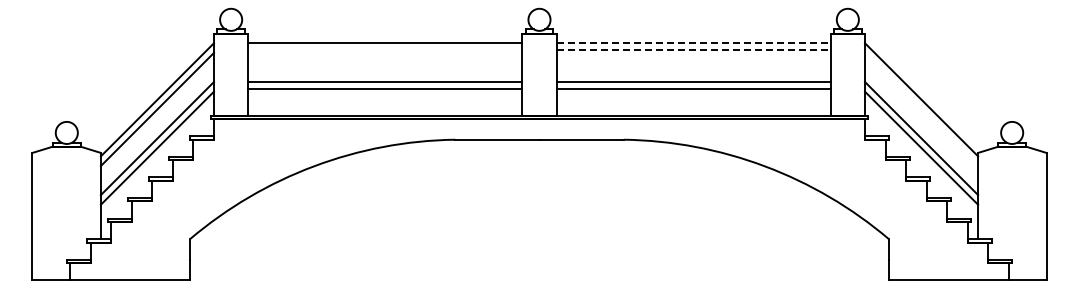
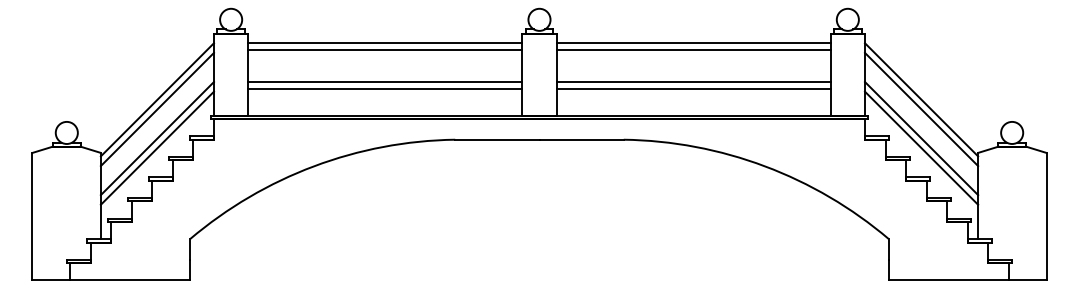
line at (694, 43): dashed -> solid
line at (385, 50): none -> present
line at (694, 50): dashed -> solid
line at (921, 109): none -> present
